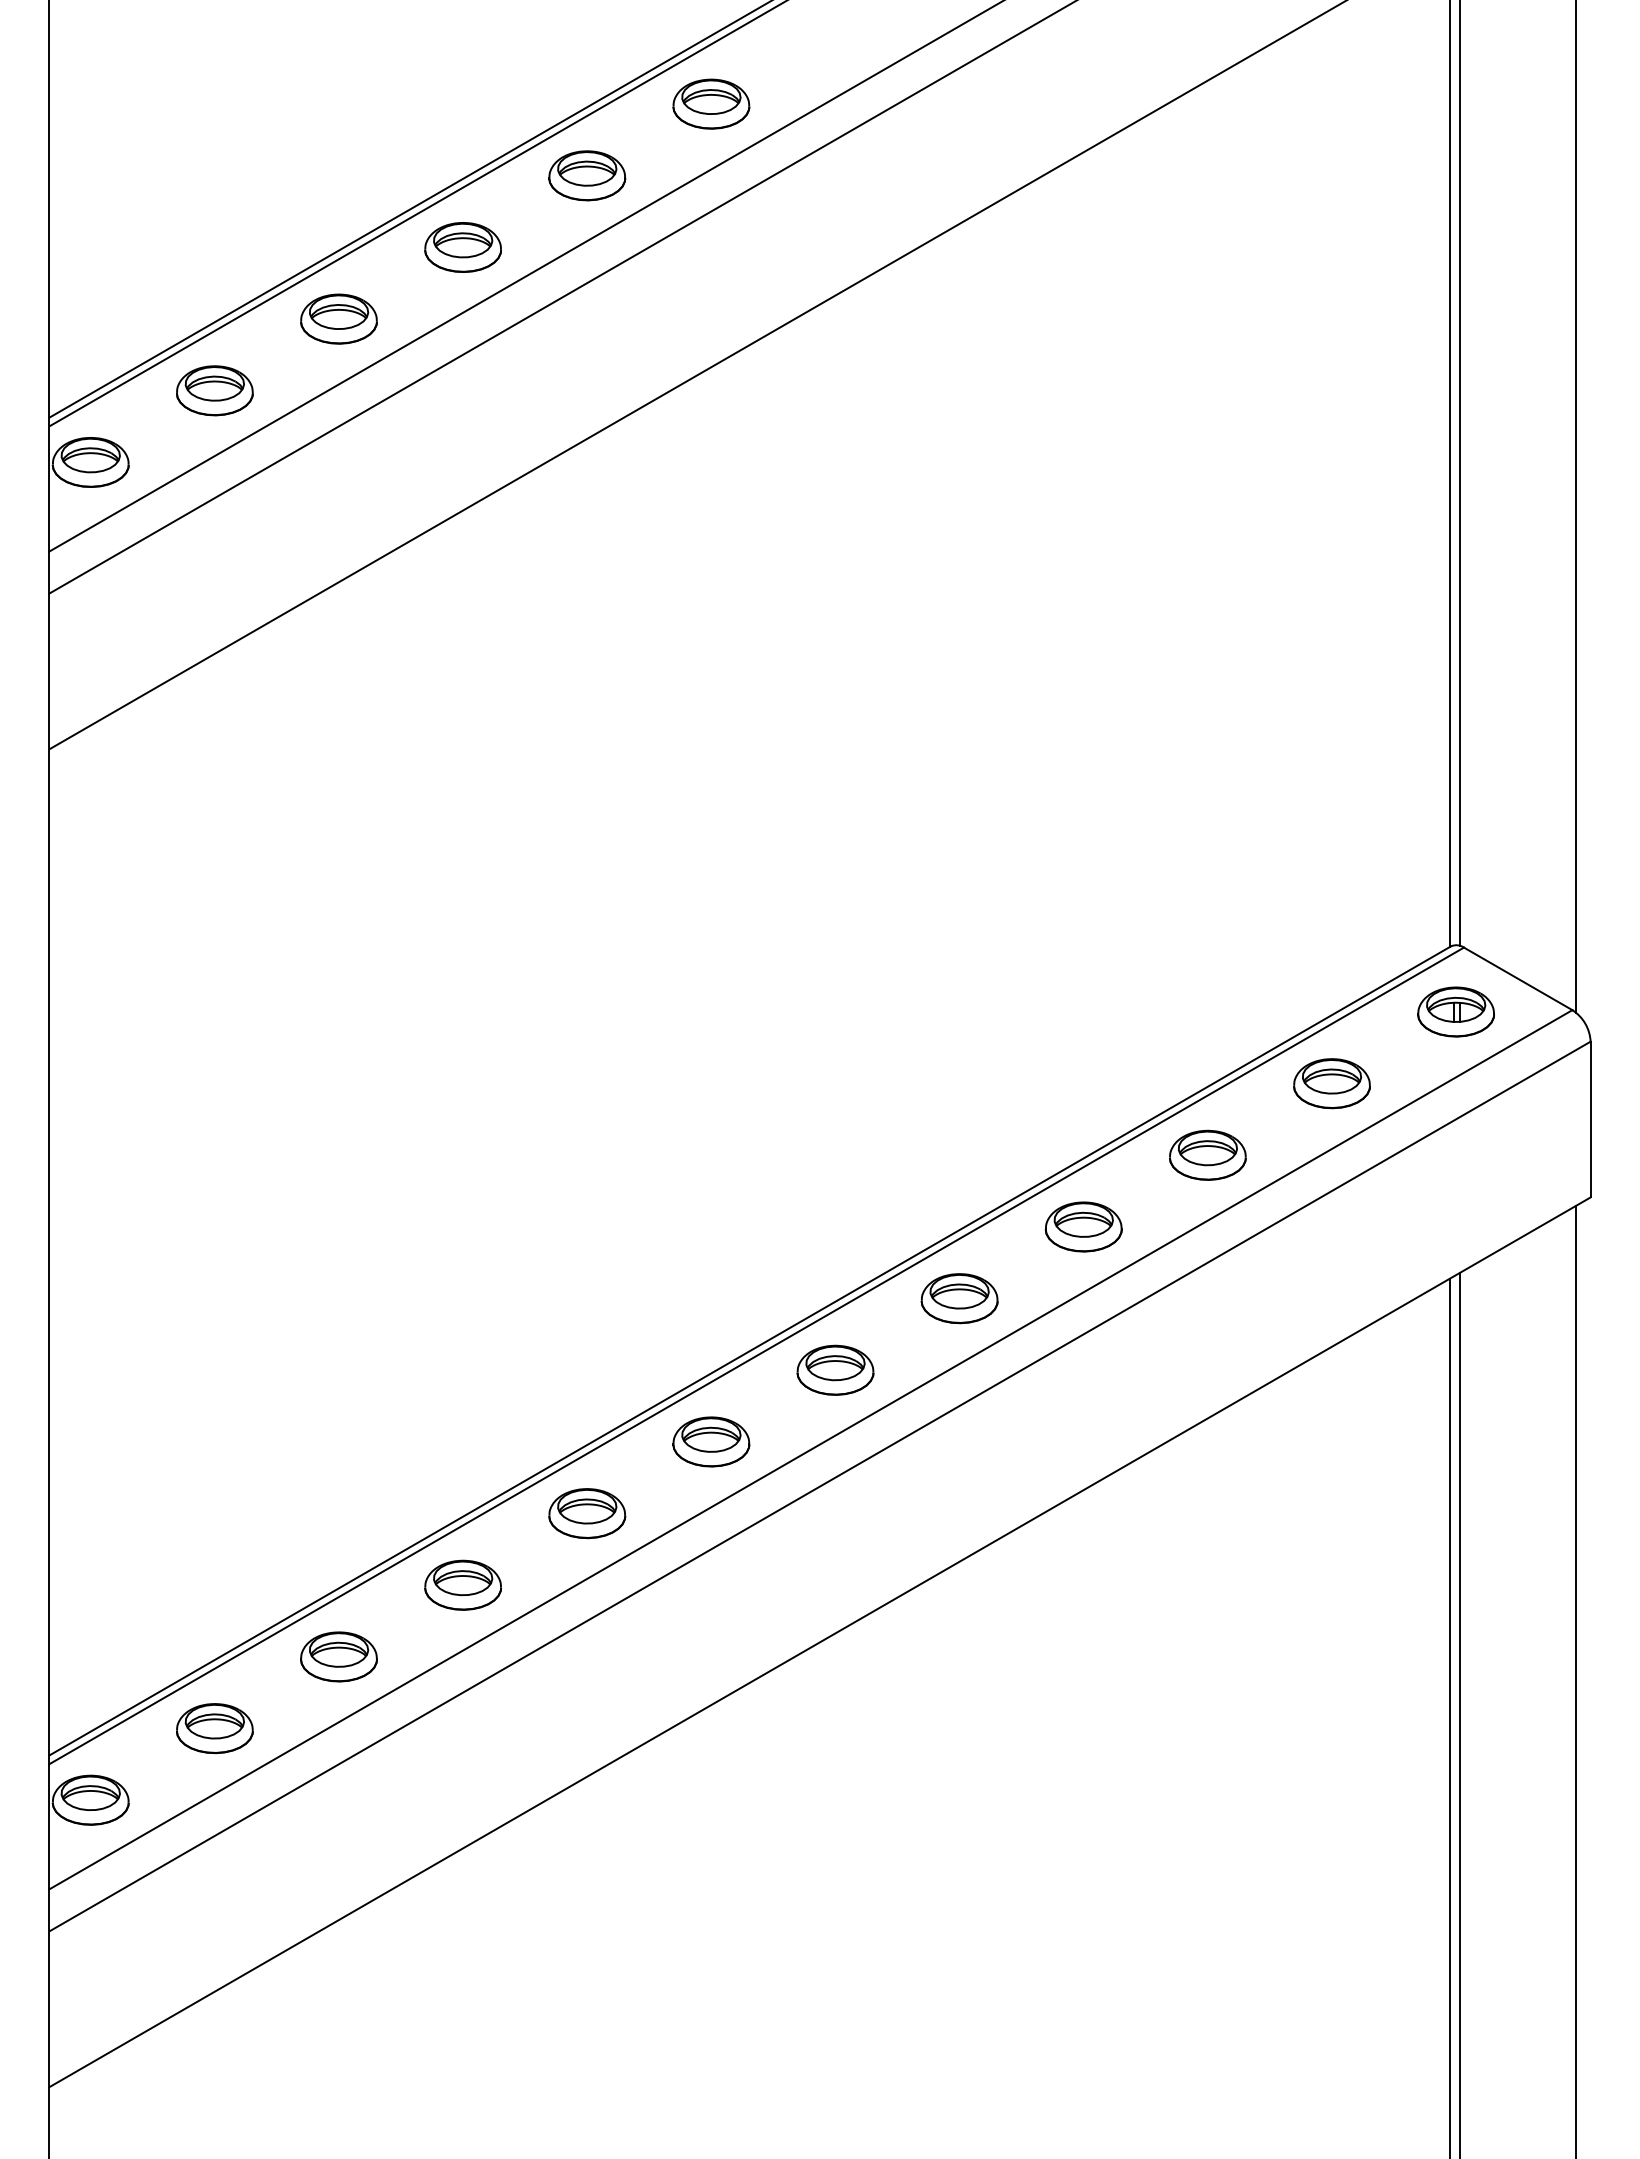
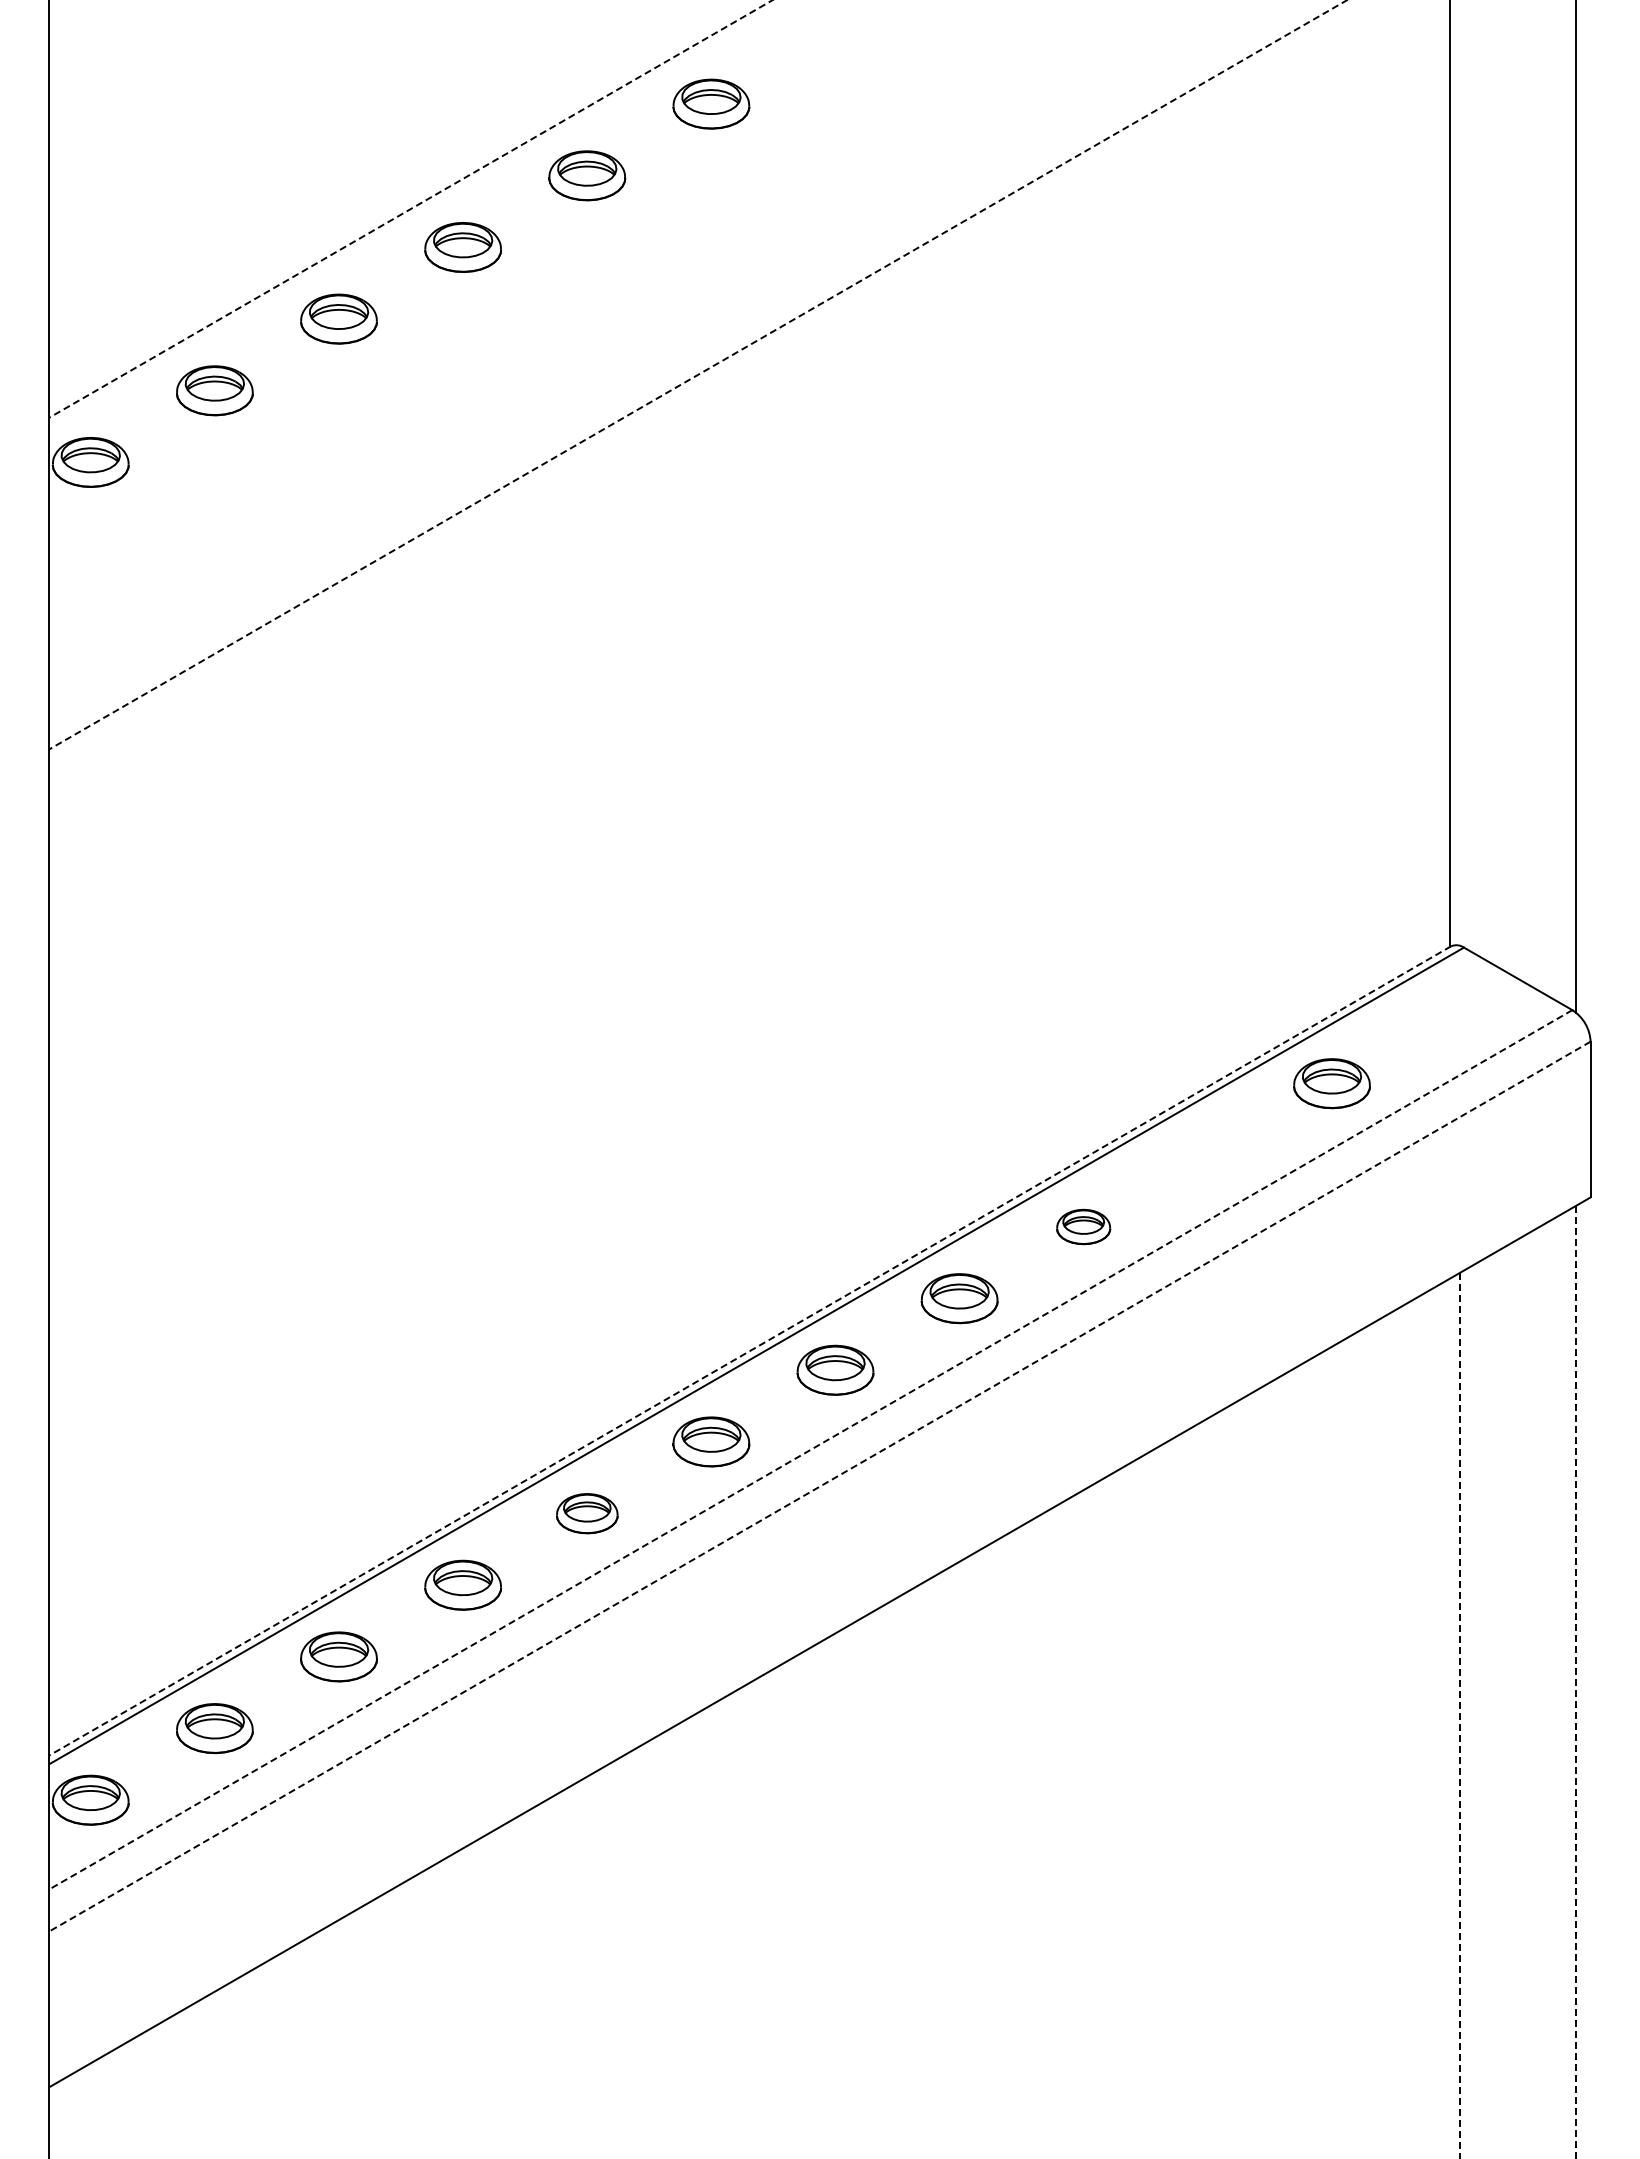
line at (410, 209): solid -> dashed
line at (416, 214): present -> none
line at (524, 276): present -> none
line at (561, 297): present -> none
line at (697, 375): solid -> dashed
line at (1460, 473): present -> none
part at (1455, 1011): present -> none
part at (1207, 1154): present -> none
part at (1083, 1226) size: 79x52 px -> 56x38 px
line at (749, 1351): solid -> dashed
line at (810, 1450): solid -> dashed
line at (819, 1486): solid -> dashed
part at (587, 1513) size: 79x52 px -> 63x42 px
line at (1576, 1682): solid -> dashed
line at (1460, 1715): solid -> dashed
line at (1449, 1716): present -> none
